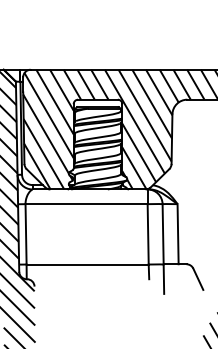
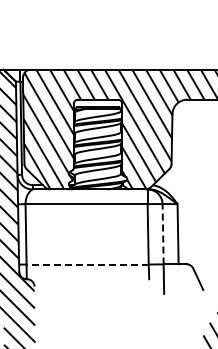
line at (163, 233): solid -> dashed
line at (87, 264): solid -> dashed
